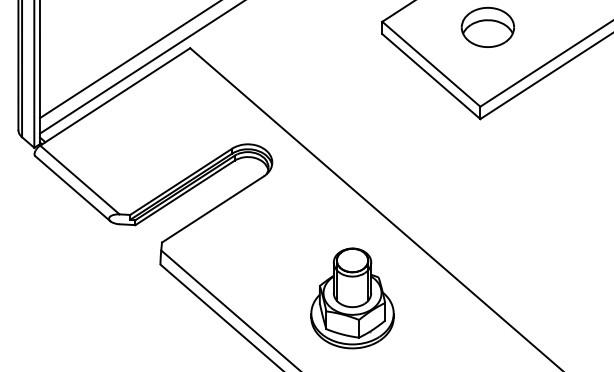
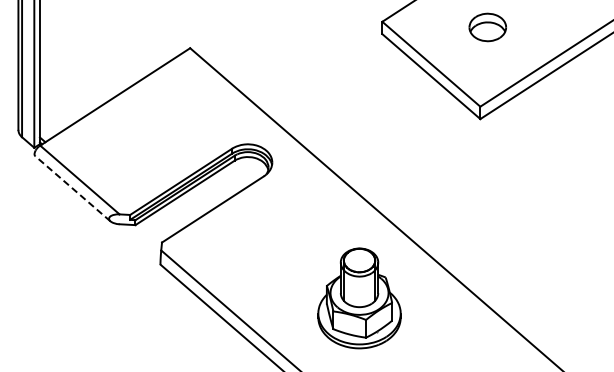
part at (487, 27) size: 55x41 px -> 39x31 px
line at (128, 60): present -> none
line at (140, 67): present -> none
line at (72, 188): solid -> dashed
part at (352, 298) position: (352, 298) -> (359, 298)
